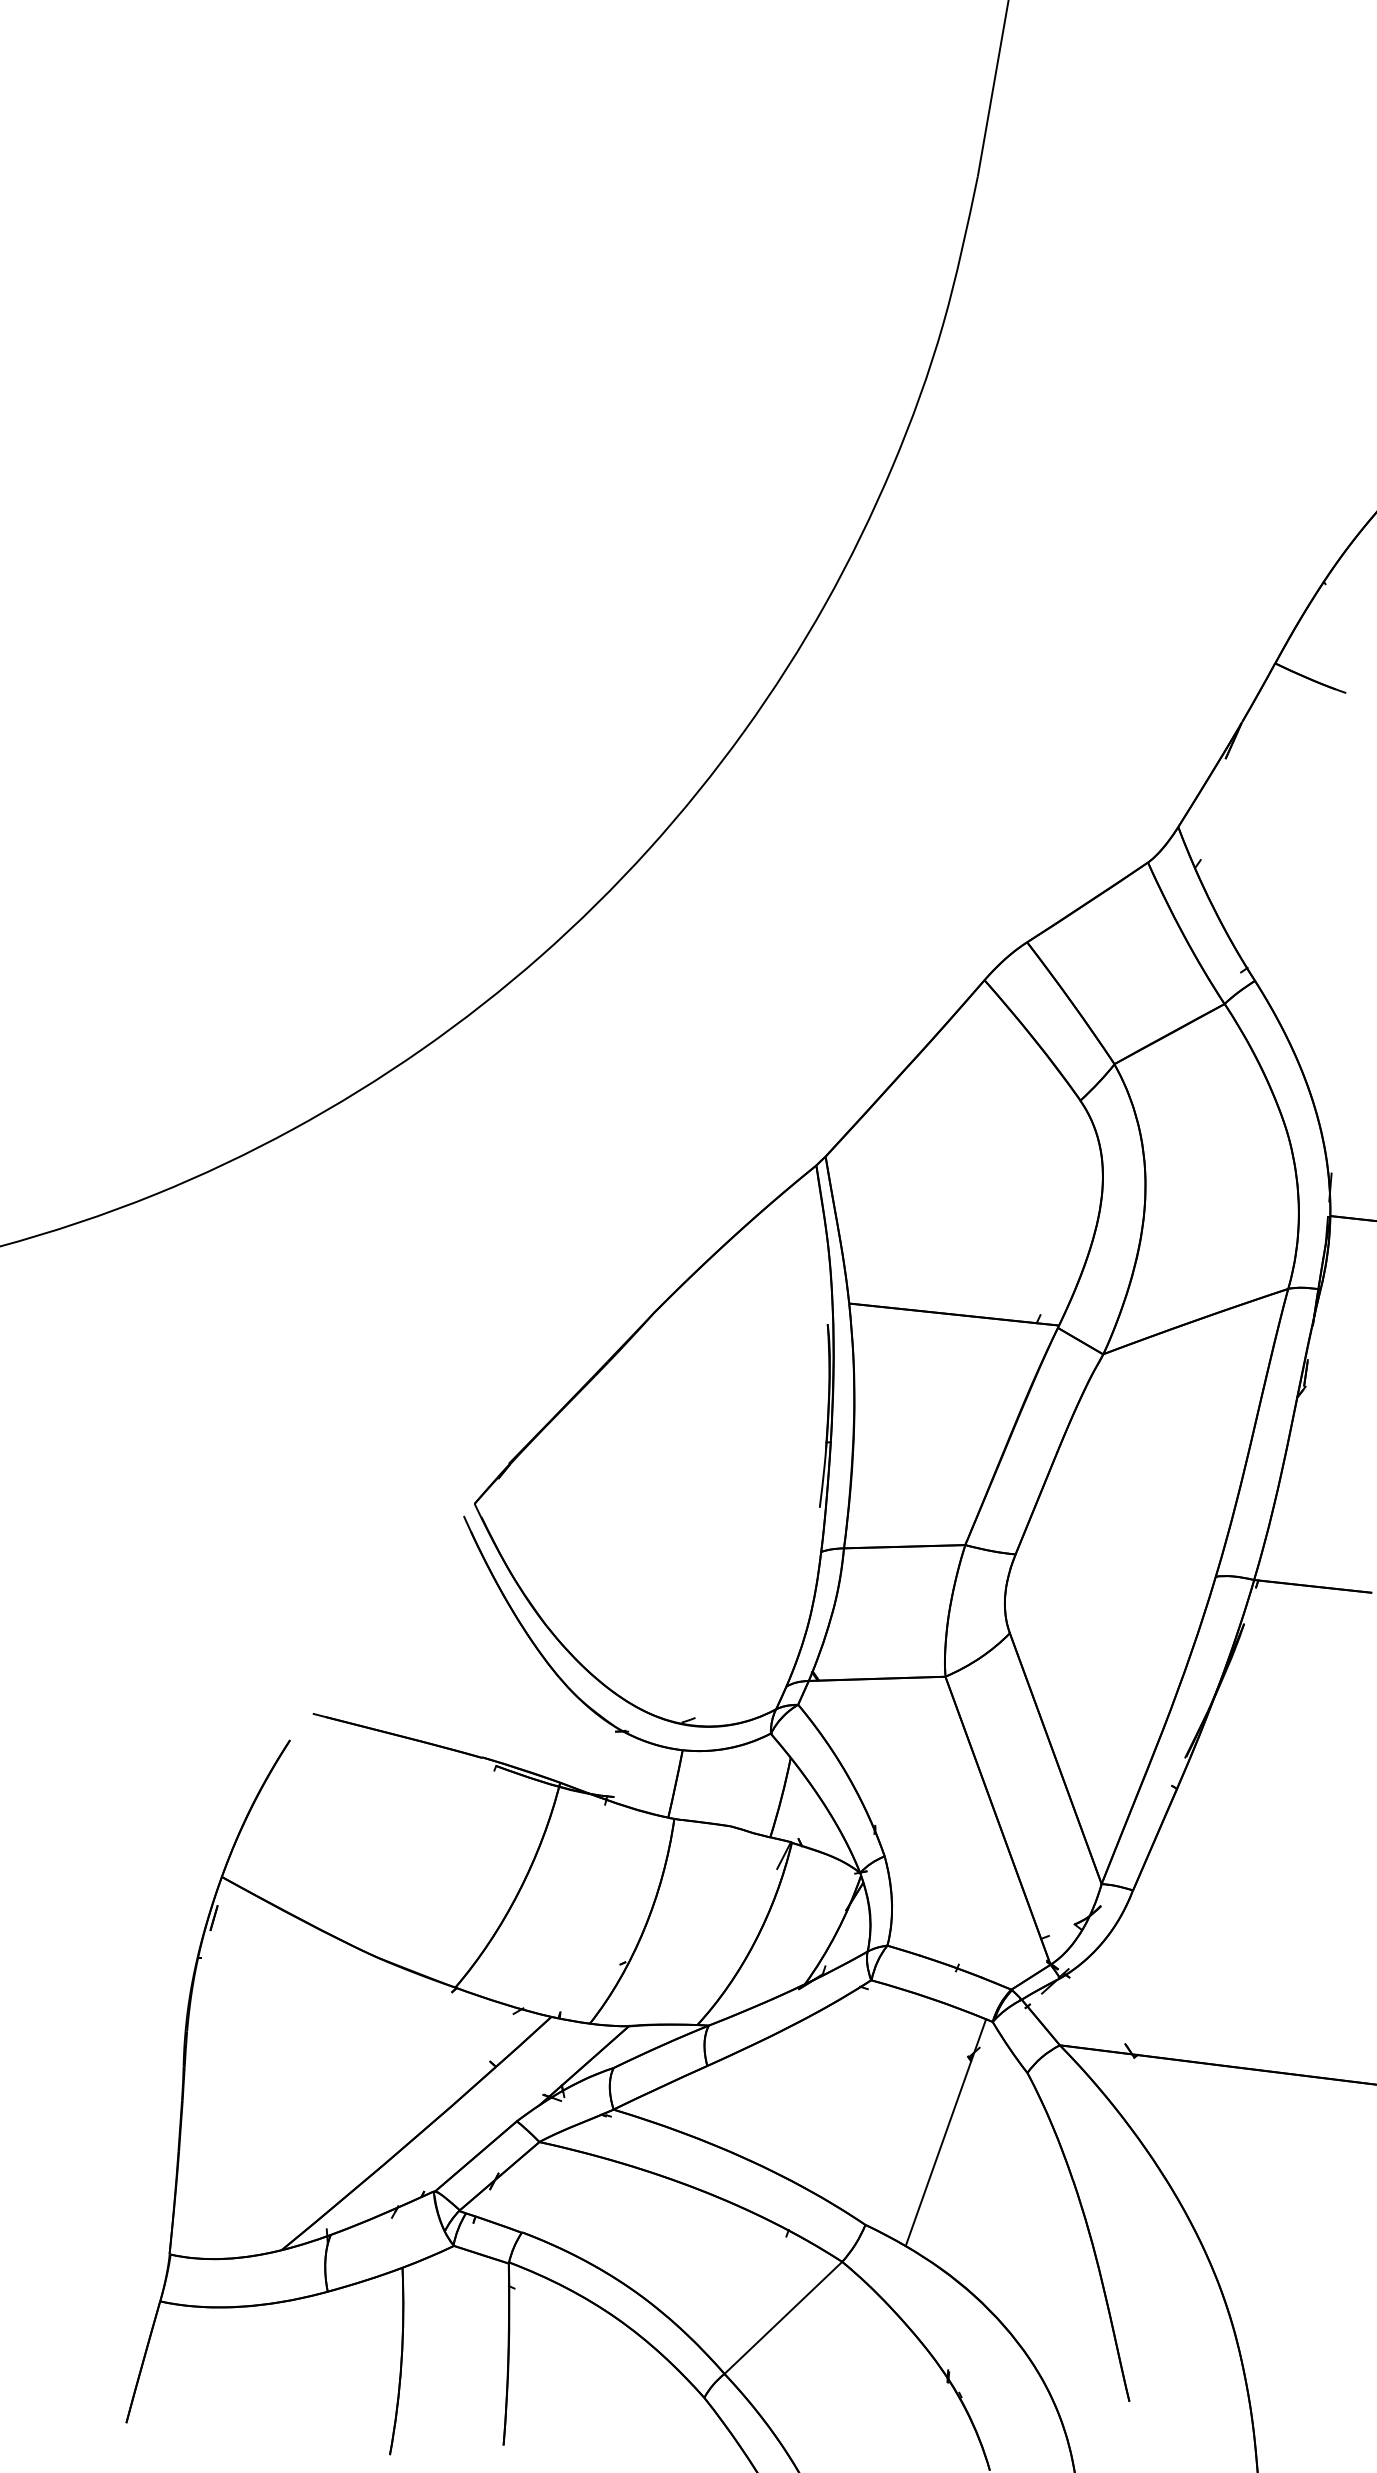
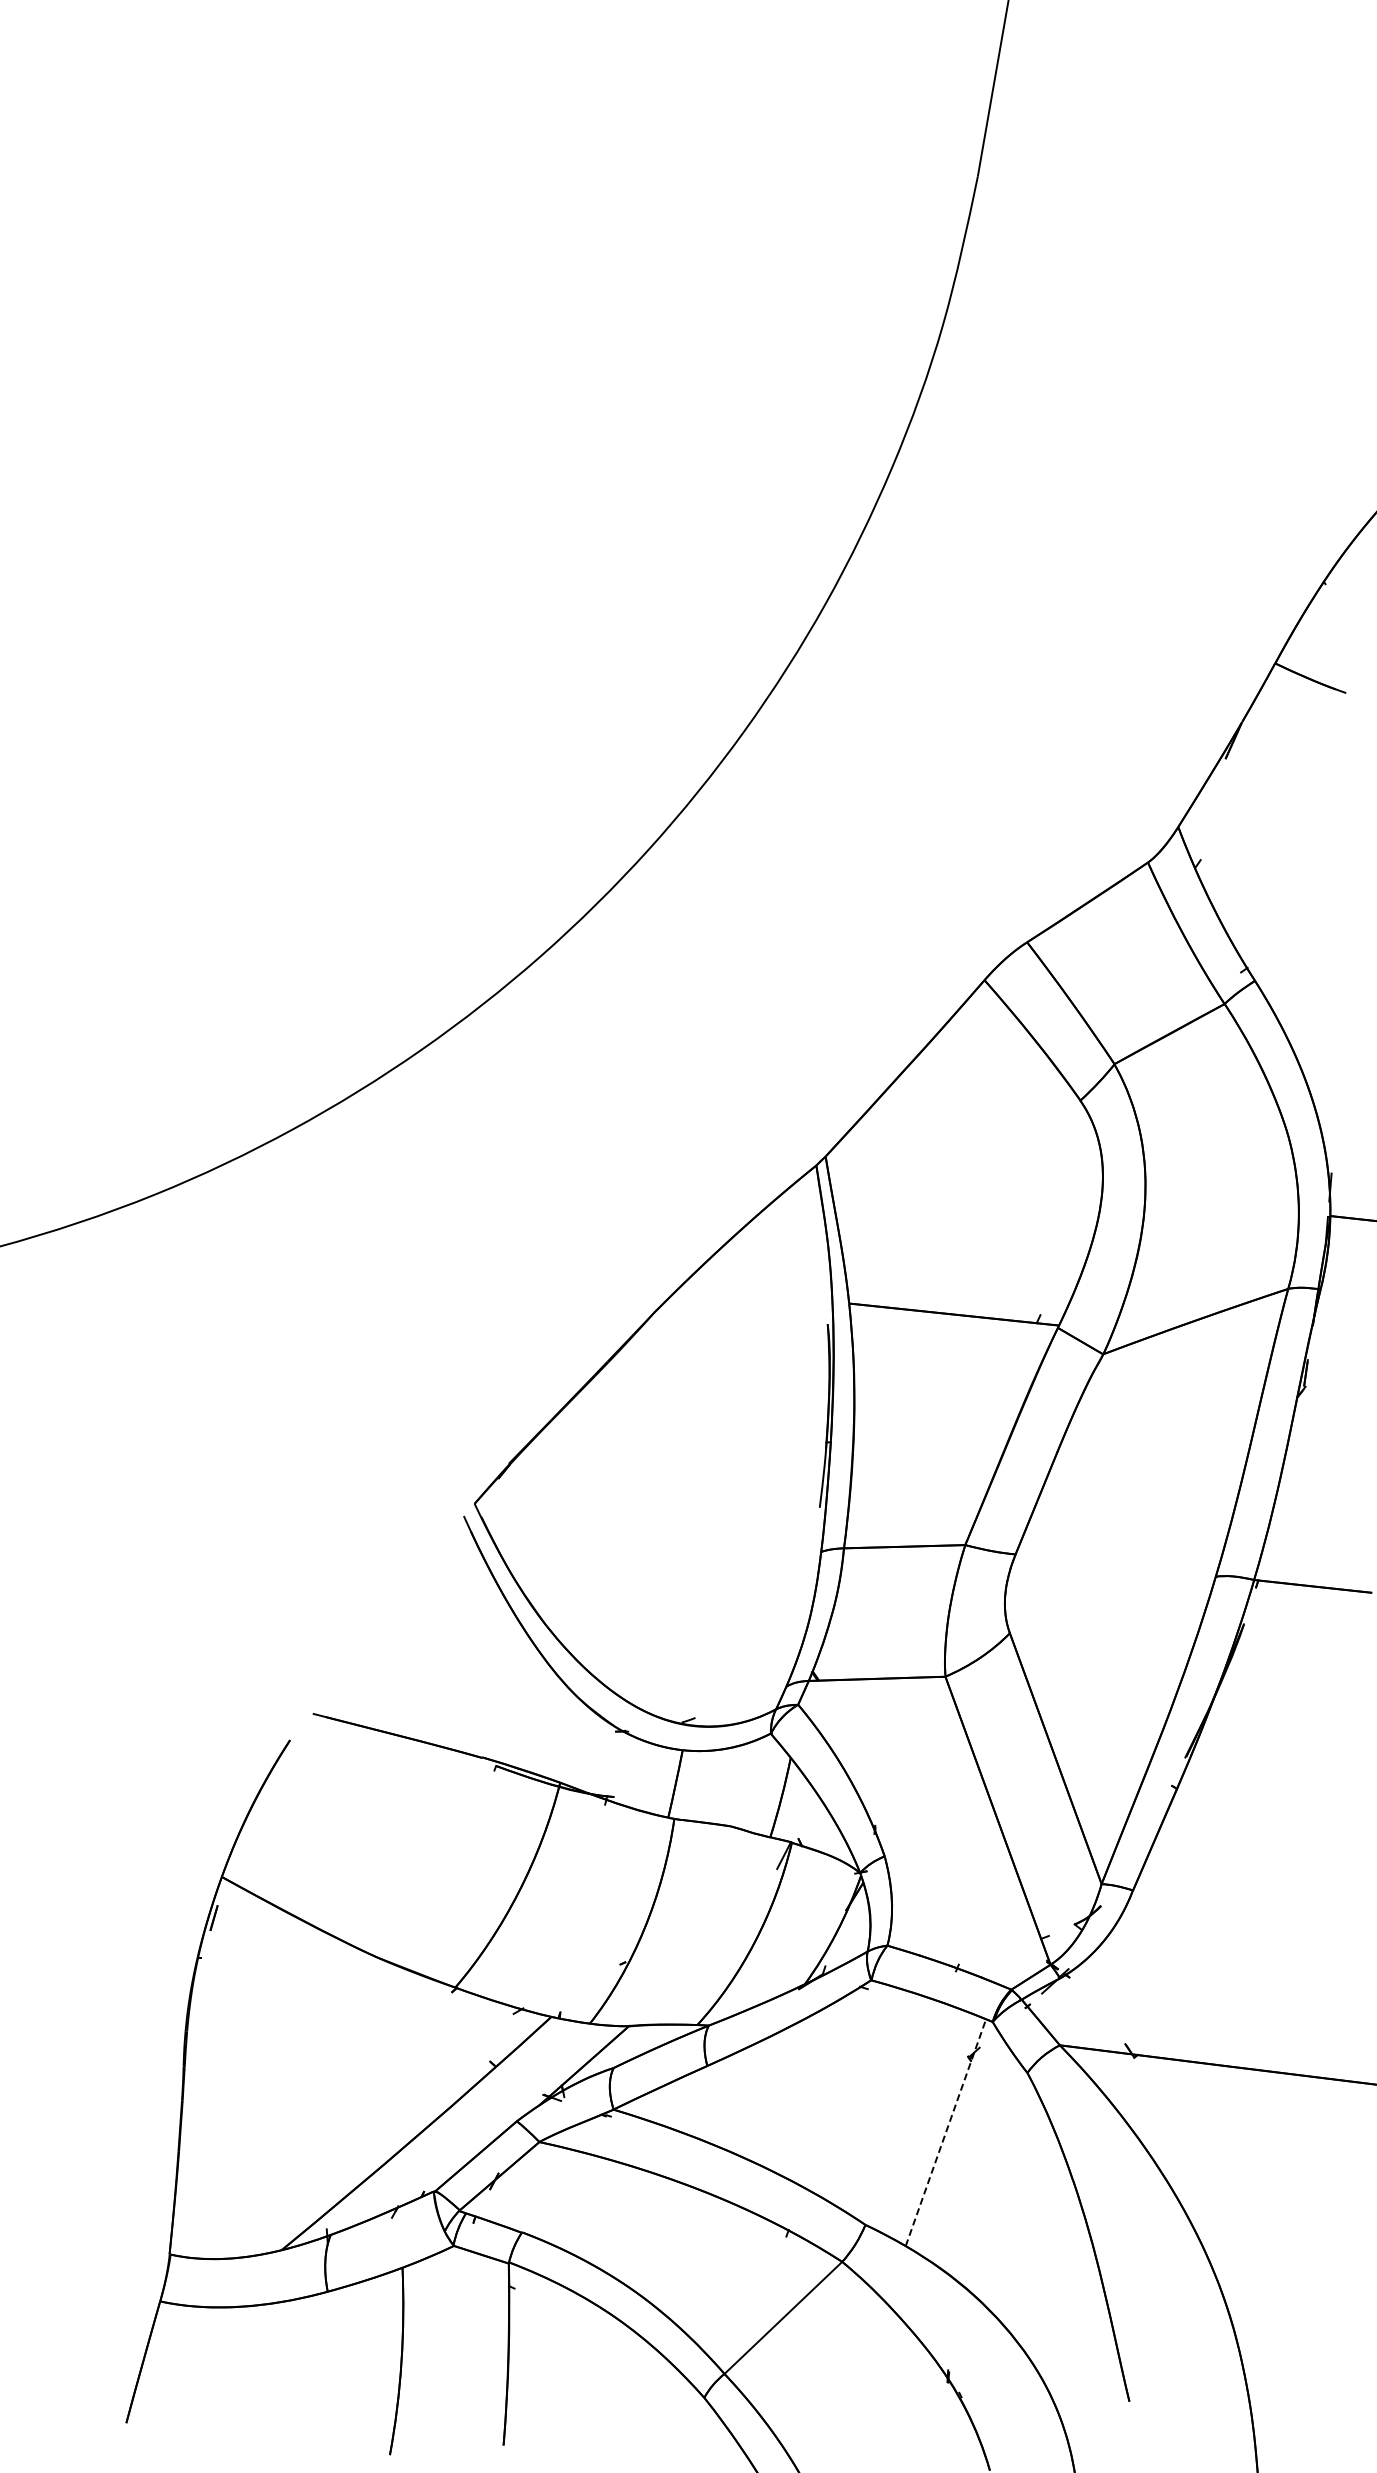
line at (946, 2132): solid -> dashed
